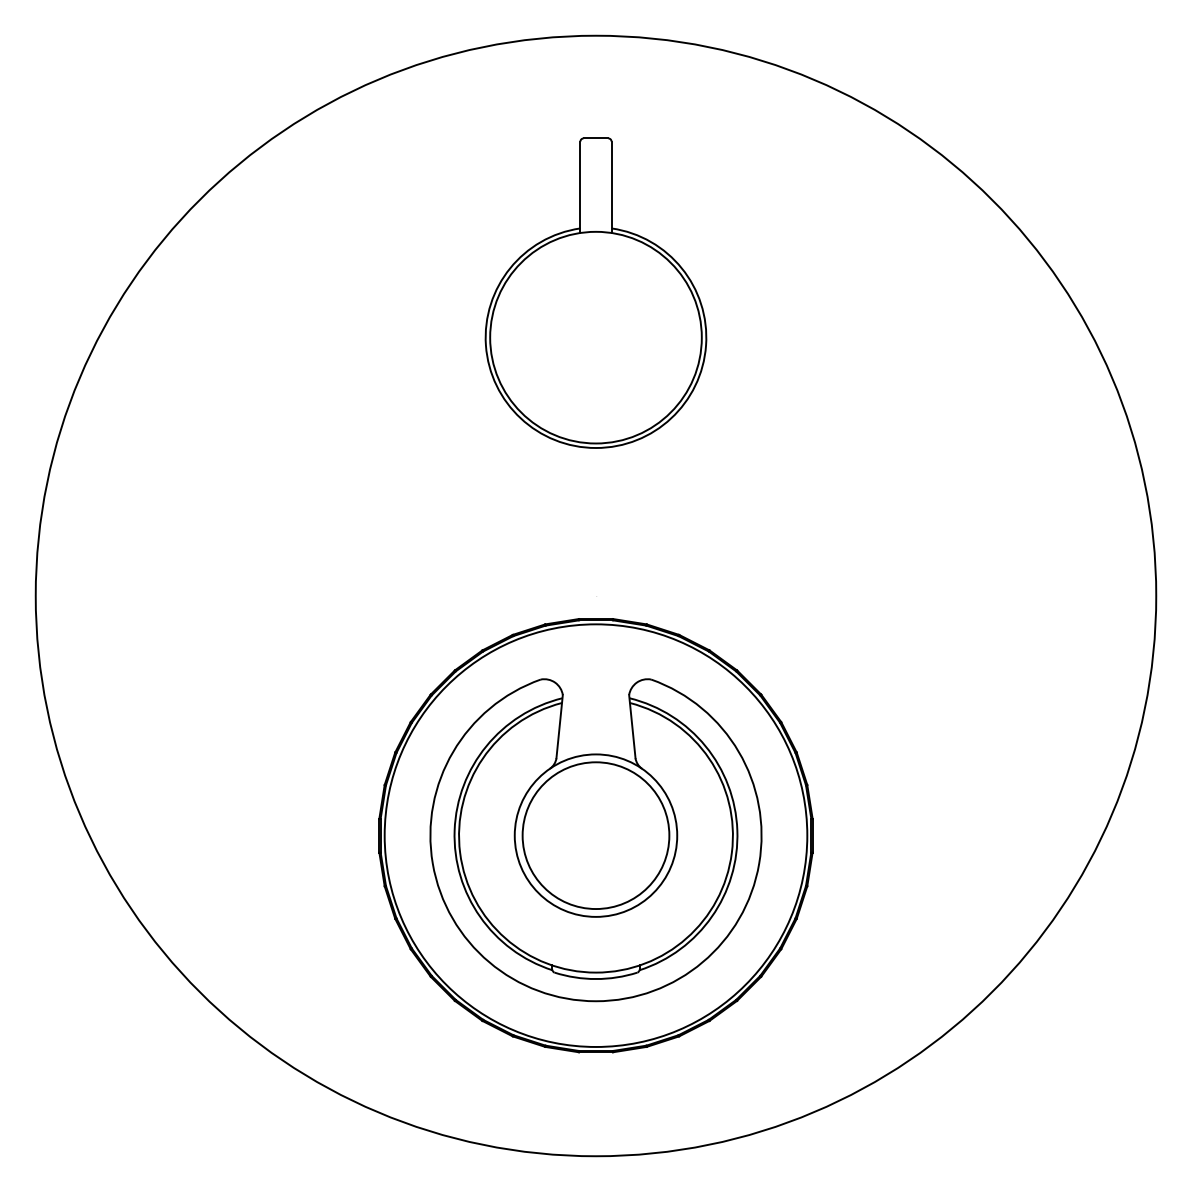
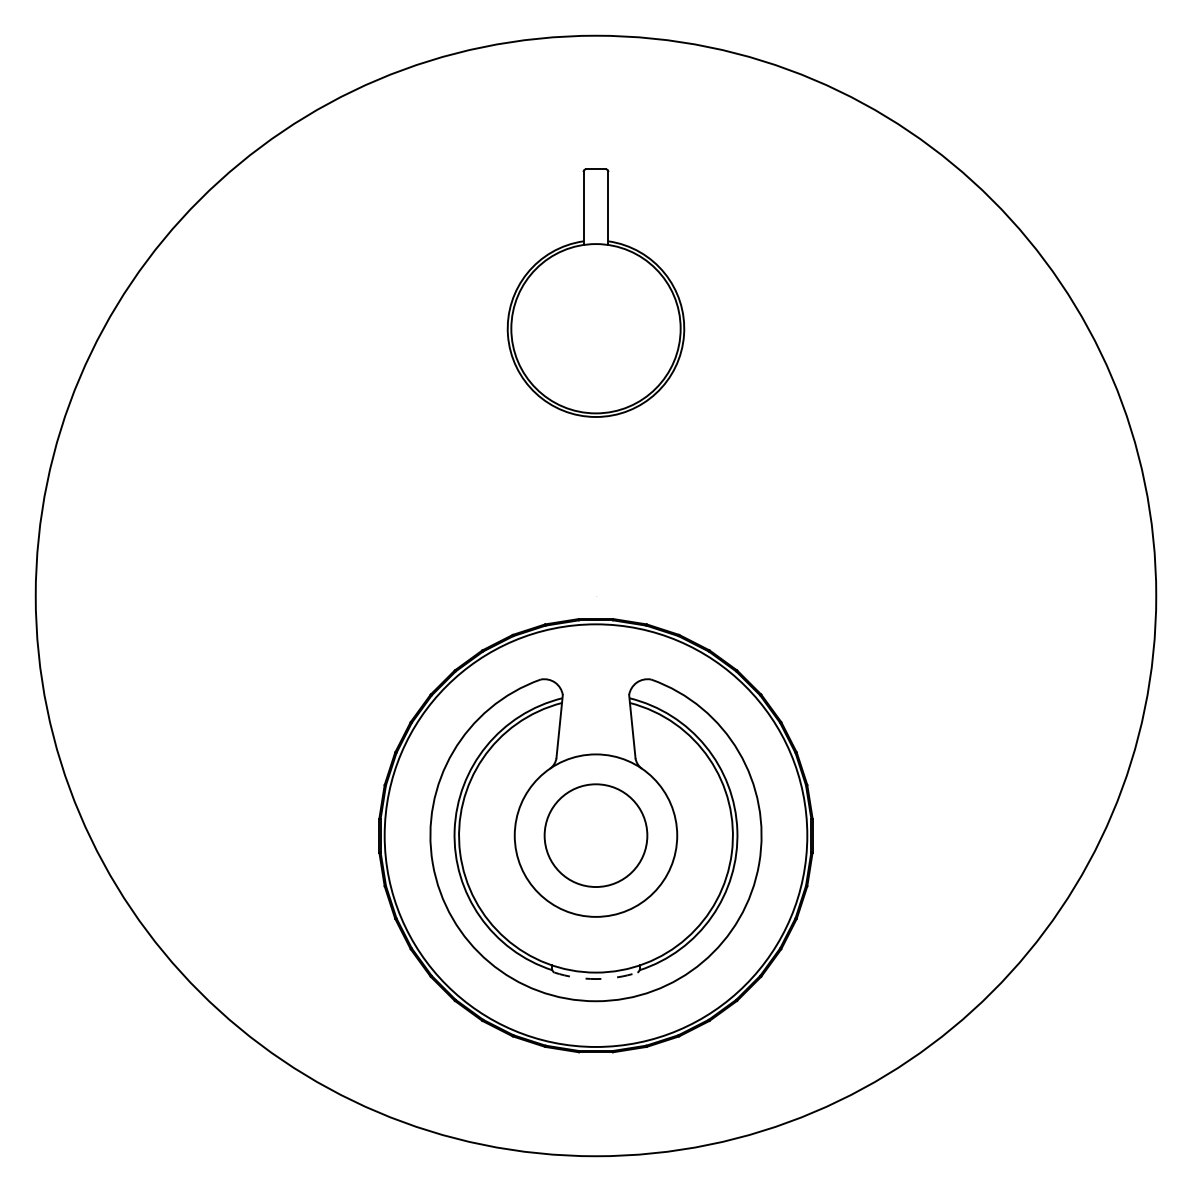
part at (595, 292) size: 224x312 px -> 180x250 px
circle at (595, 835) diameter: 147 px -> 103 px
arc at (596, 979): solid -> dashed
